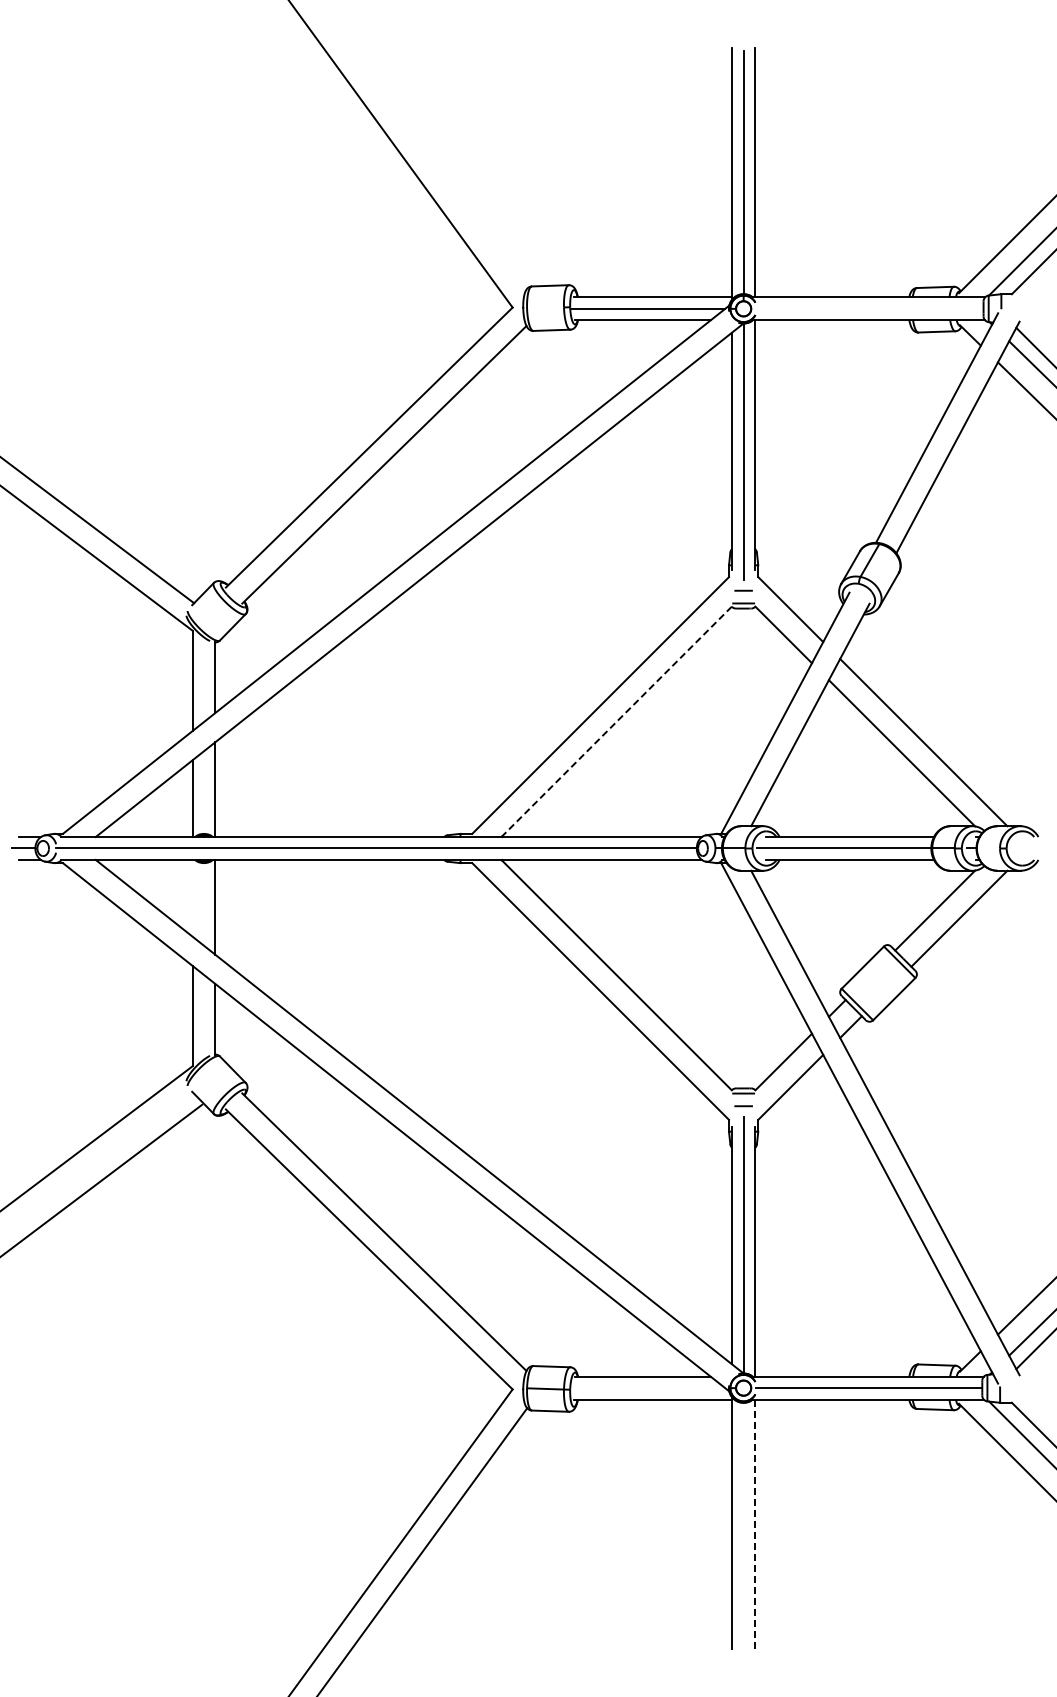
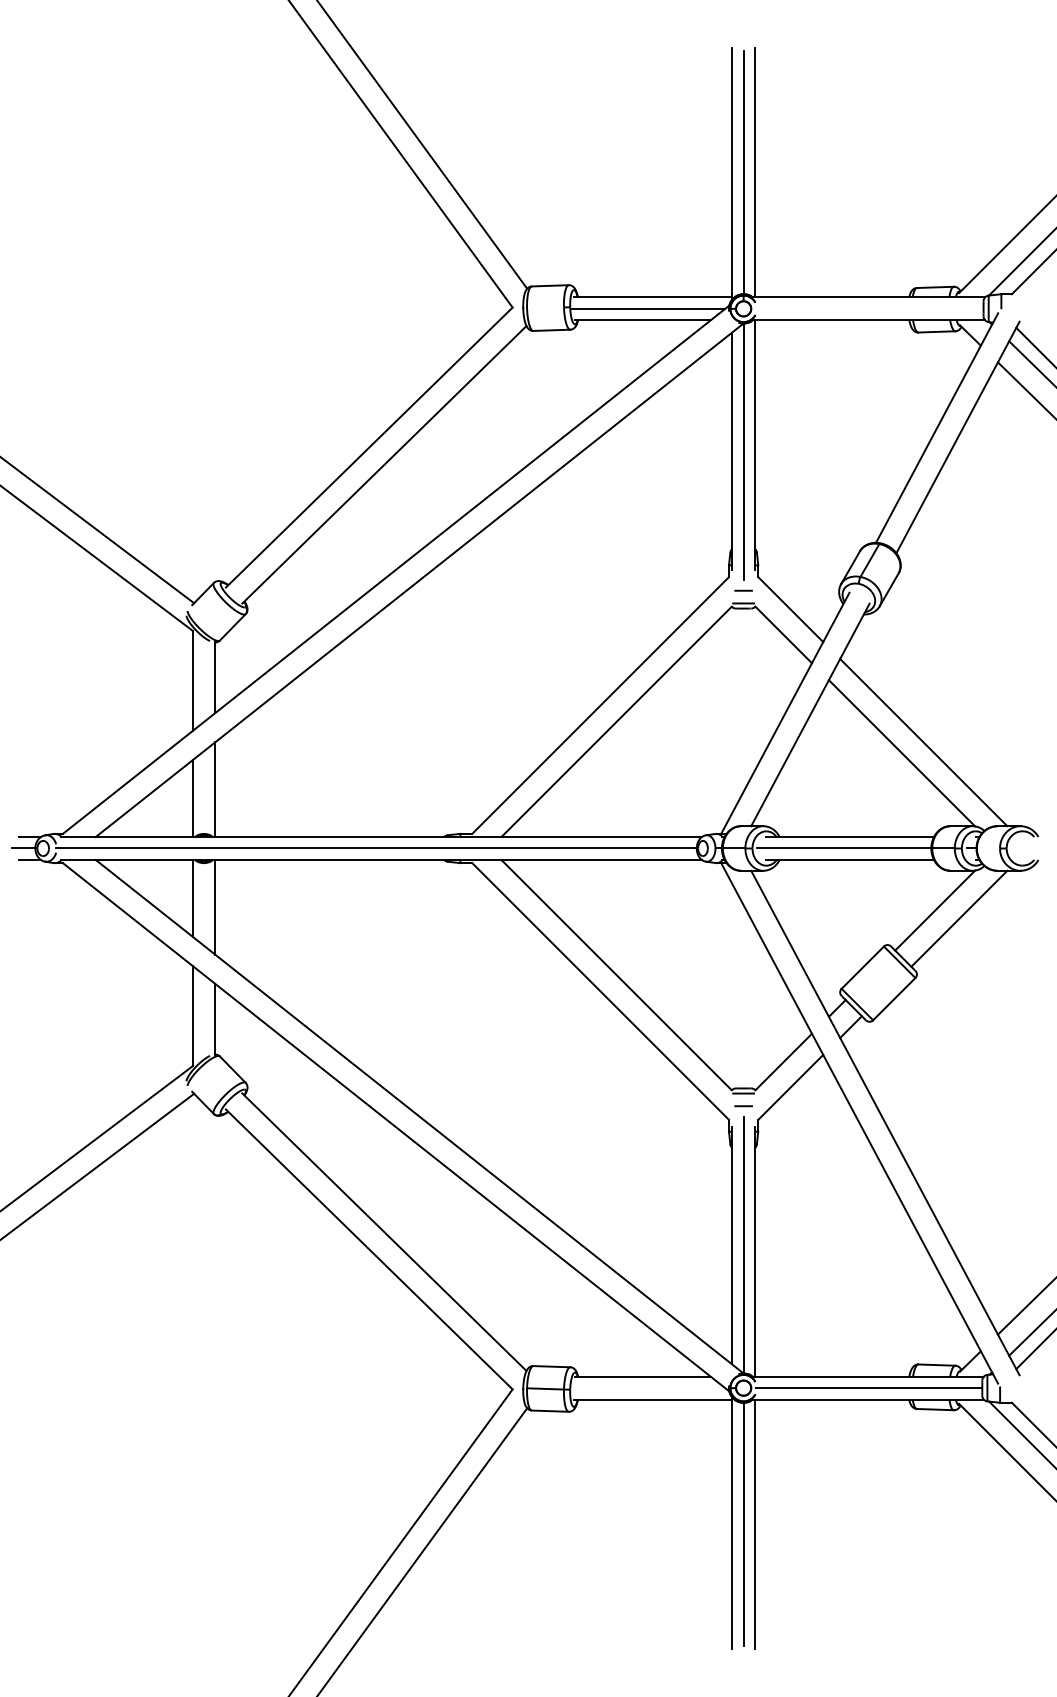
line at (422, 145): none -> present
line at (616, 721): dashed -> solid
line at (192, 897): none -> present
line at (102, 1179) position: (102, 1179) -> (98, 1165)
line at (743, 1523): none -> present
line at (755, 1524): dashed -> solid
